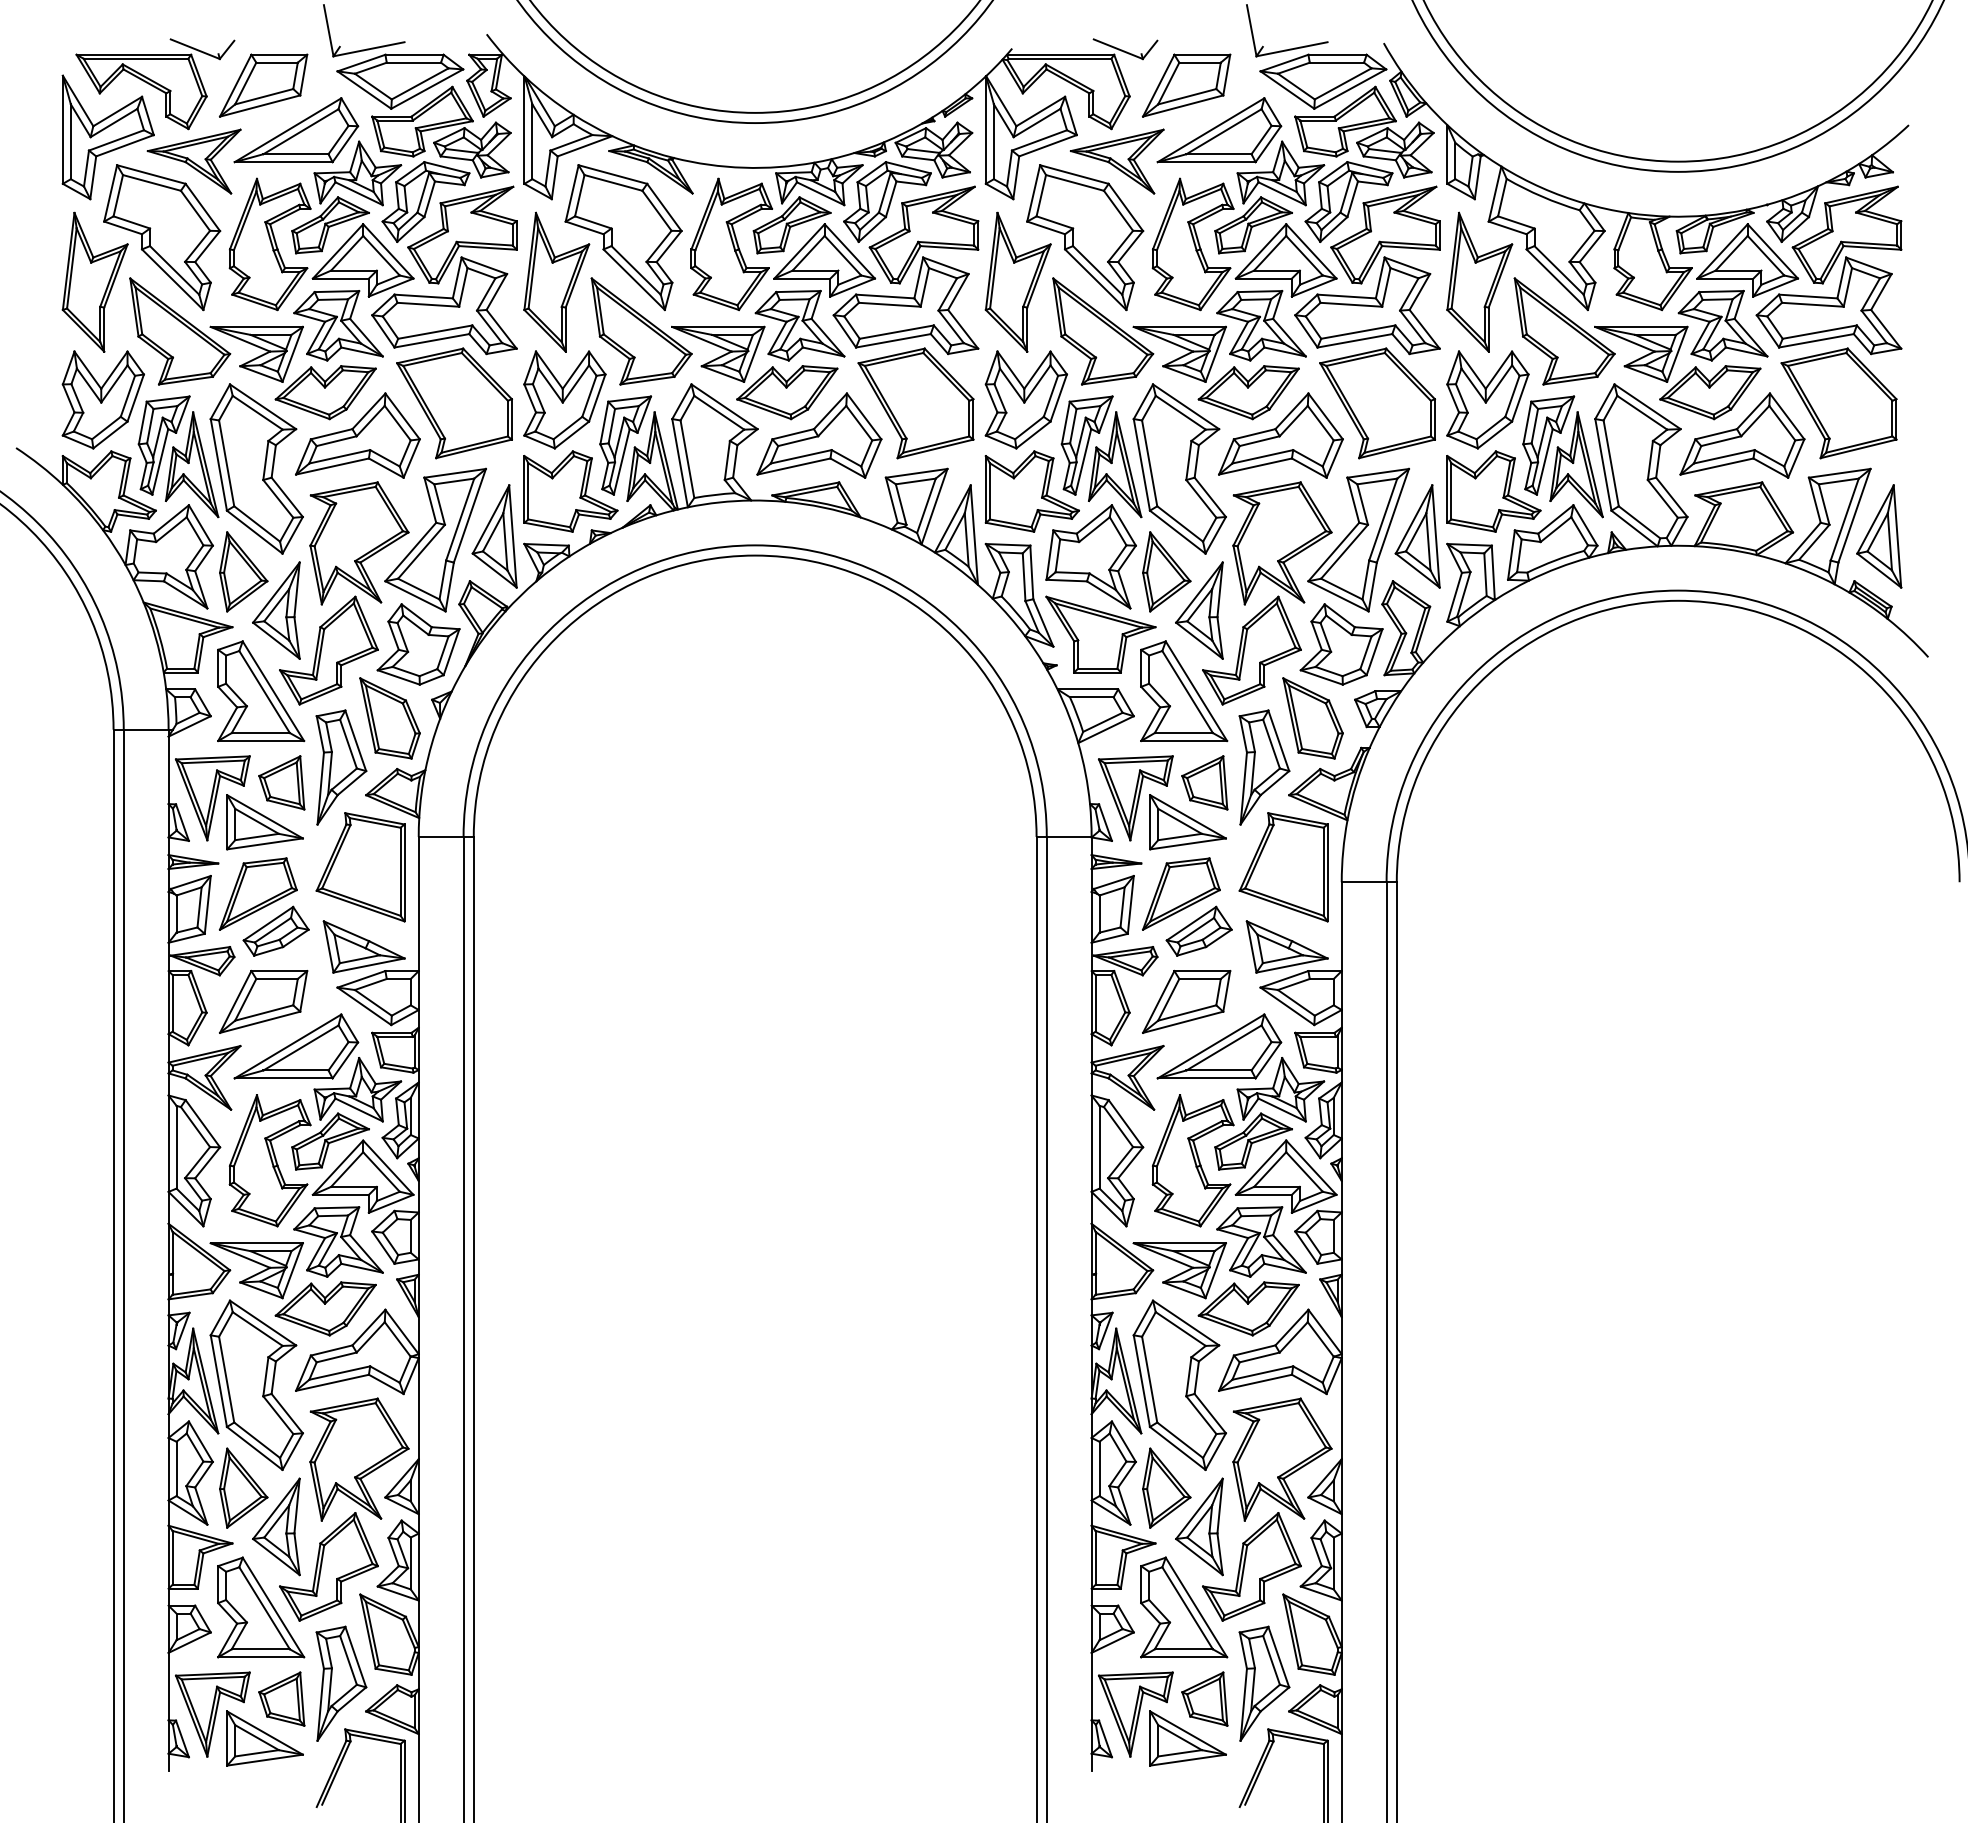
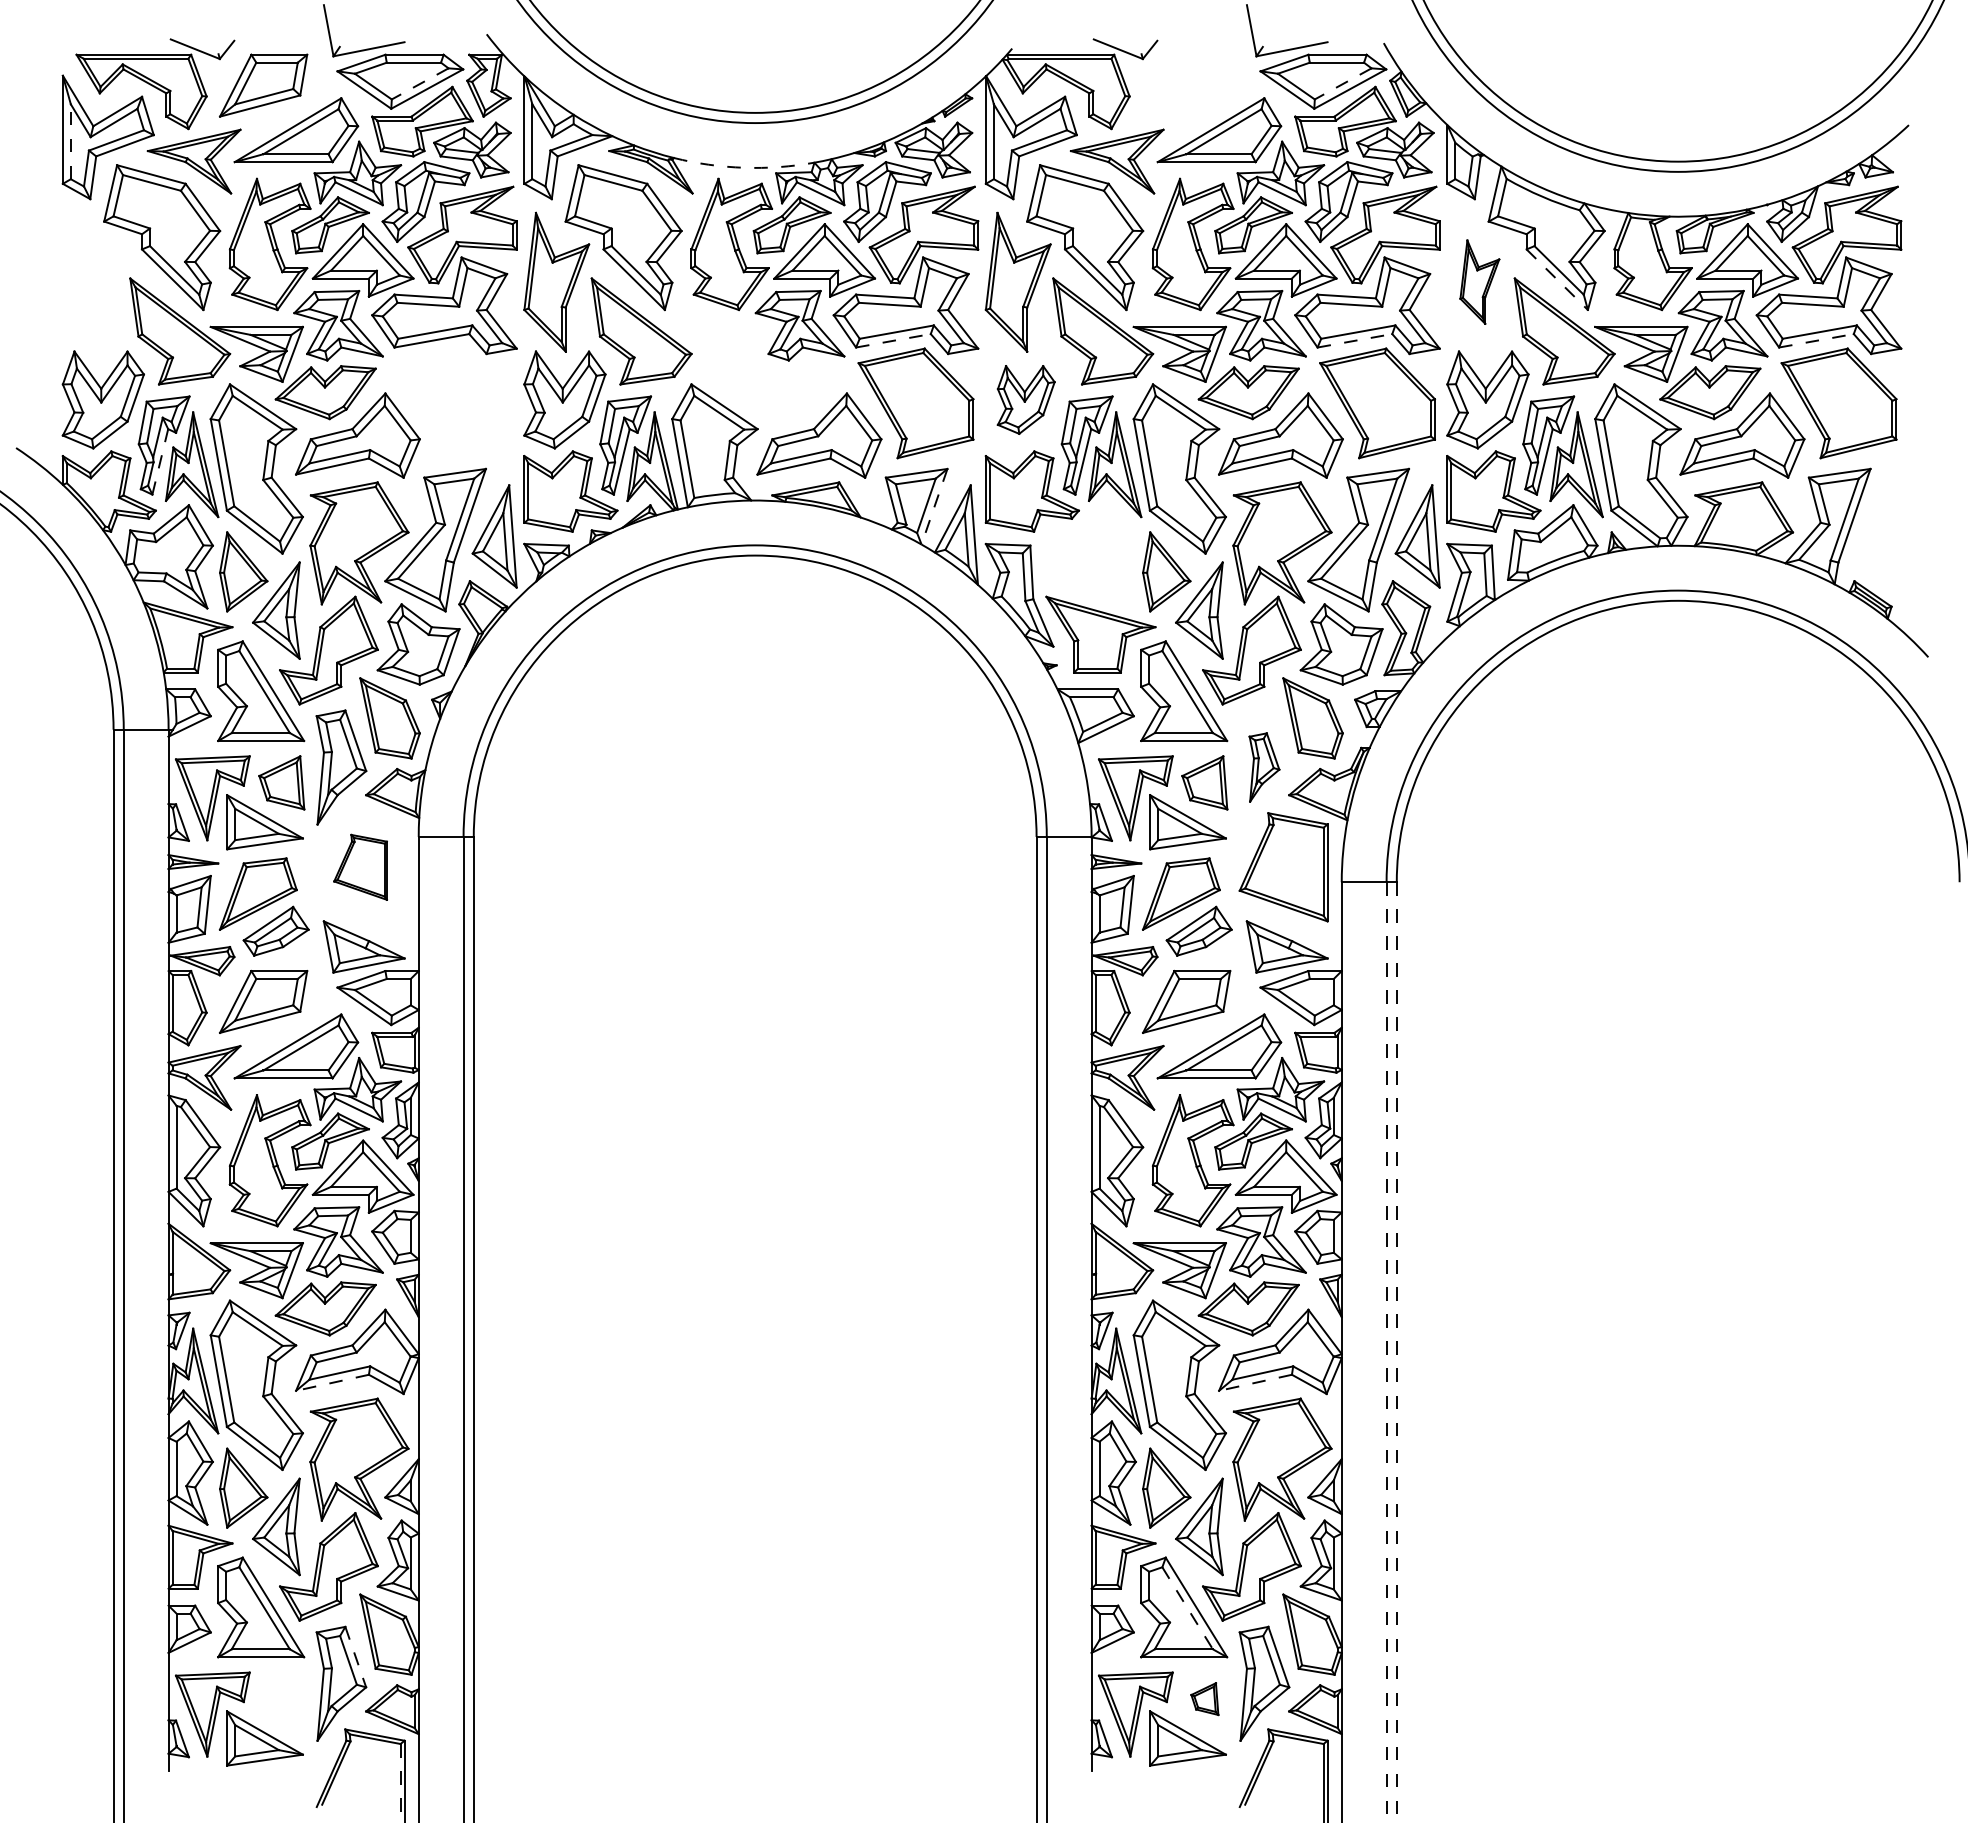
line at (419, 84): solid -> dashed
line at (1342, 84): solid -> dashed
part at (1186, 85): present -> none
line at (70, 141): solid -> dashed
arc at (743, 167): solid -> dashed
line at (1557, 280): solid -> dashed
part at (94, 281): present -> none
part at (1479, 281) size: 68x142 px -> 42x86 px
line at (893, 340): solid -> dashed
line at (1354, 340): solid -> dashed
line at (1816, 340): solid -> dashed
part at (754, 372): present -> none
part at (1025, 399) size: 84x100 px -> 60x70 px
part at (454, 403): present -> none
line at (160, 461): solid -> dashed
line at (934, 506): solid -> dashed
part at (1879, 536): present -> none
part at (1090, 556): present -> none
part at (1264, 767) size: 53x117 px -> 33x71 px
part at (360, 867) size: 91x111 px -> 55x68 px
line at (1386, 1352): solid -> dashed
line at (1396, 1352): solid -> dashed
line at (332, 1382): solid -> dashed
line at (1255, 1382): solid -> dashed
line at (1187, 1608): solid -> dashed
line at (355, 1657): solid -> dashed
part at (281, 1698): present -> none
part at (1204, 1698) size: 48x56 px -> 30x35 px
line at (400, 1783): solid -> dashed
